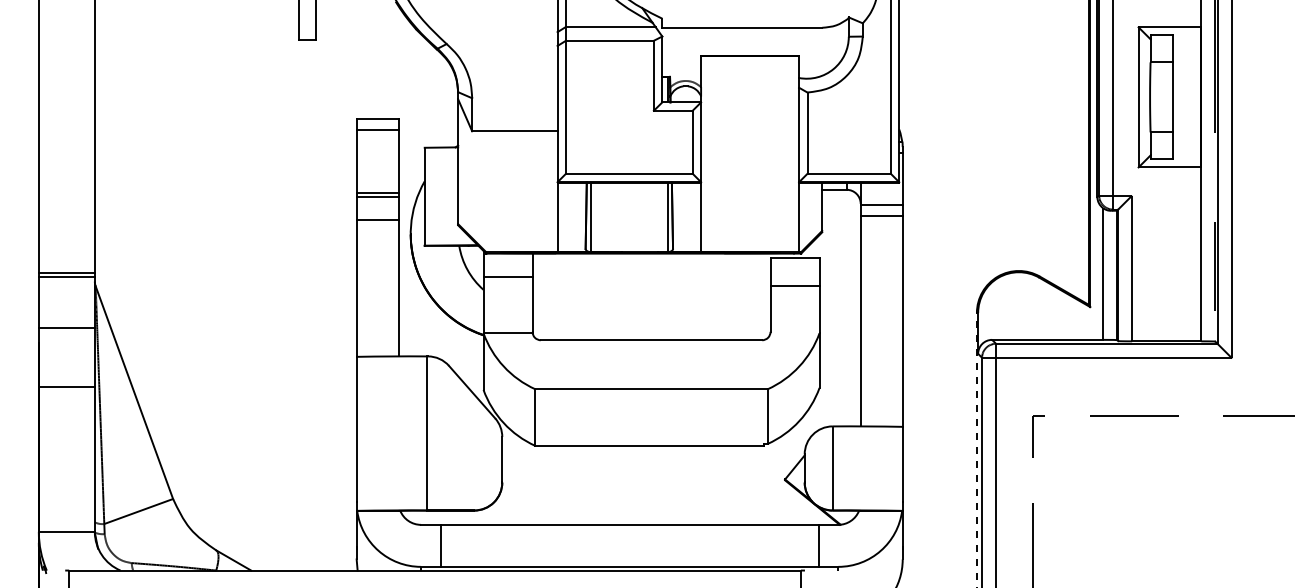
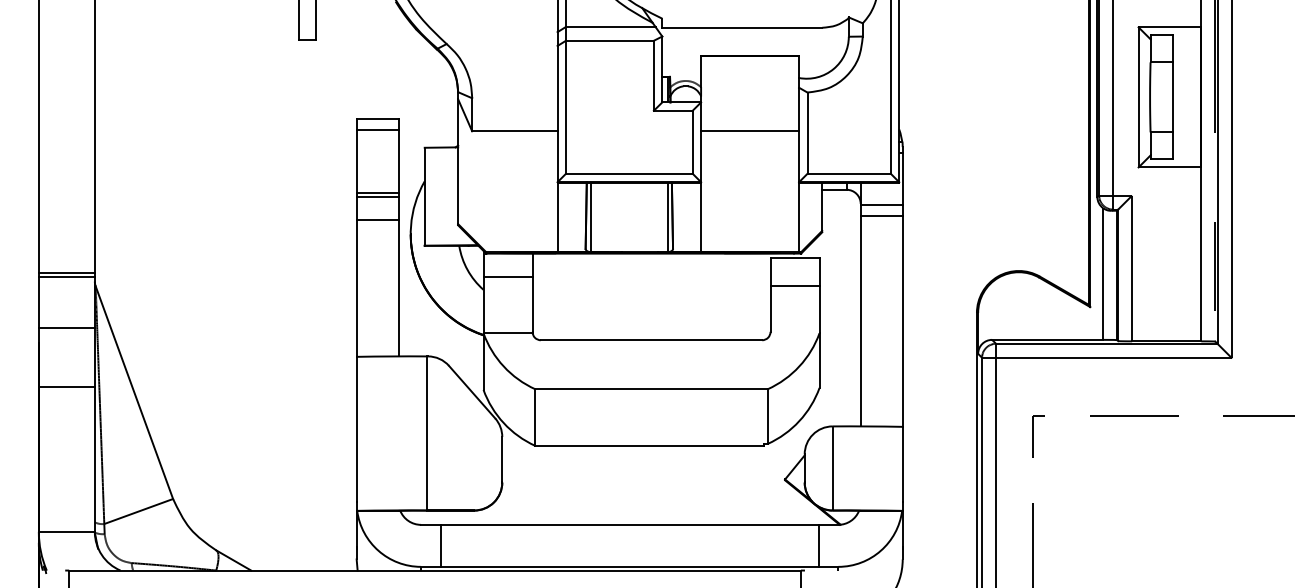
line at (750, 131): none -> present
line at (976, 449): dashed -> solid
